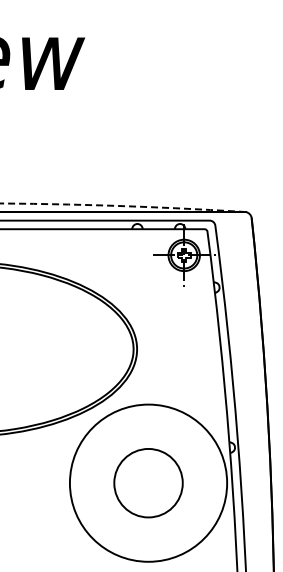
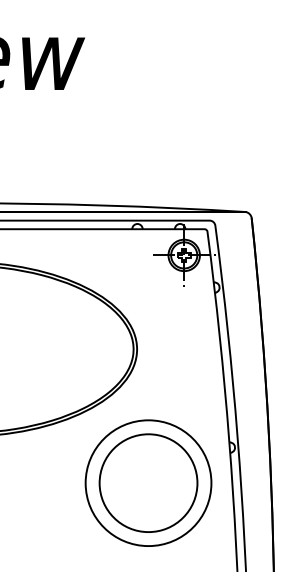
arc at (122, 206): dashed -> solid
circle at (148, 482) diameter: 157 px -> 126 px
circle at (148, 482) diameter: 68 px -> 98 px
